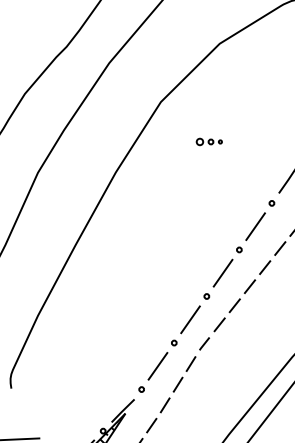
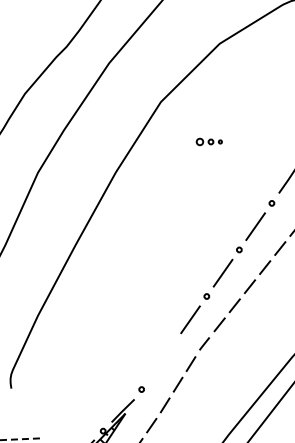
circle at (174, 342): present -> none
line at (157, 366): present -> none
line at (20, 439): solid -> dashed
